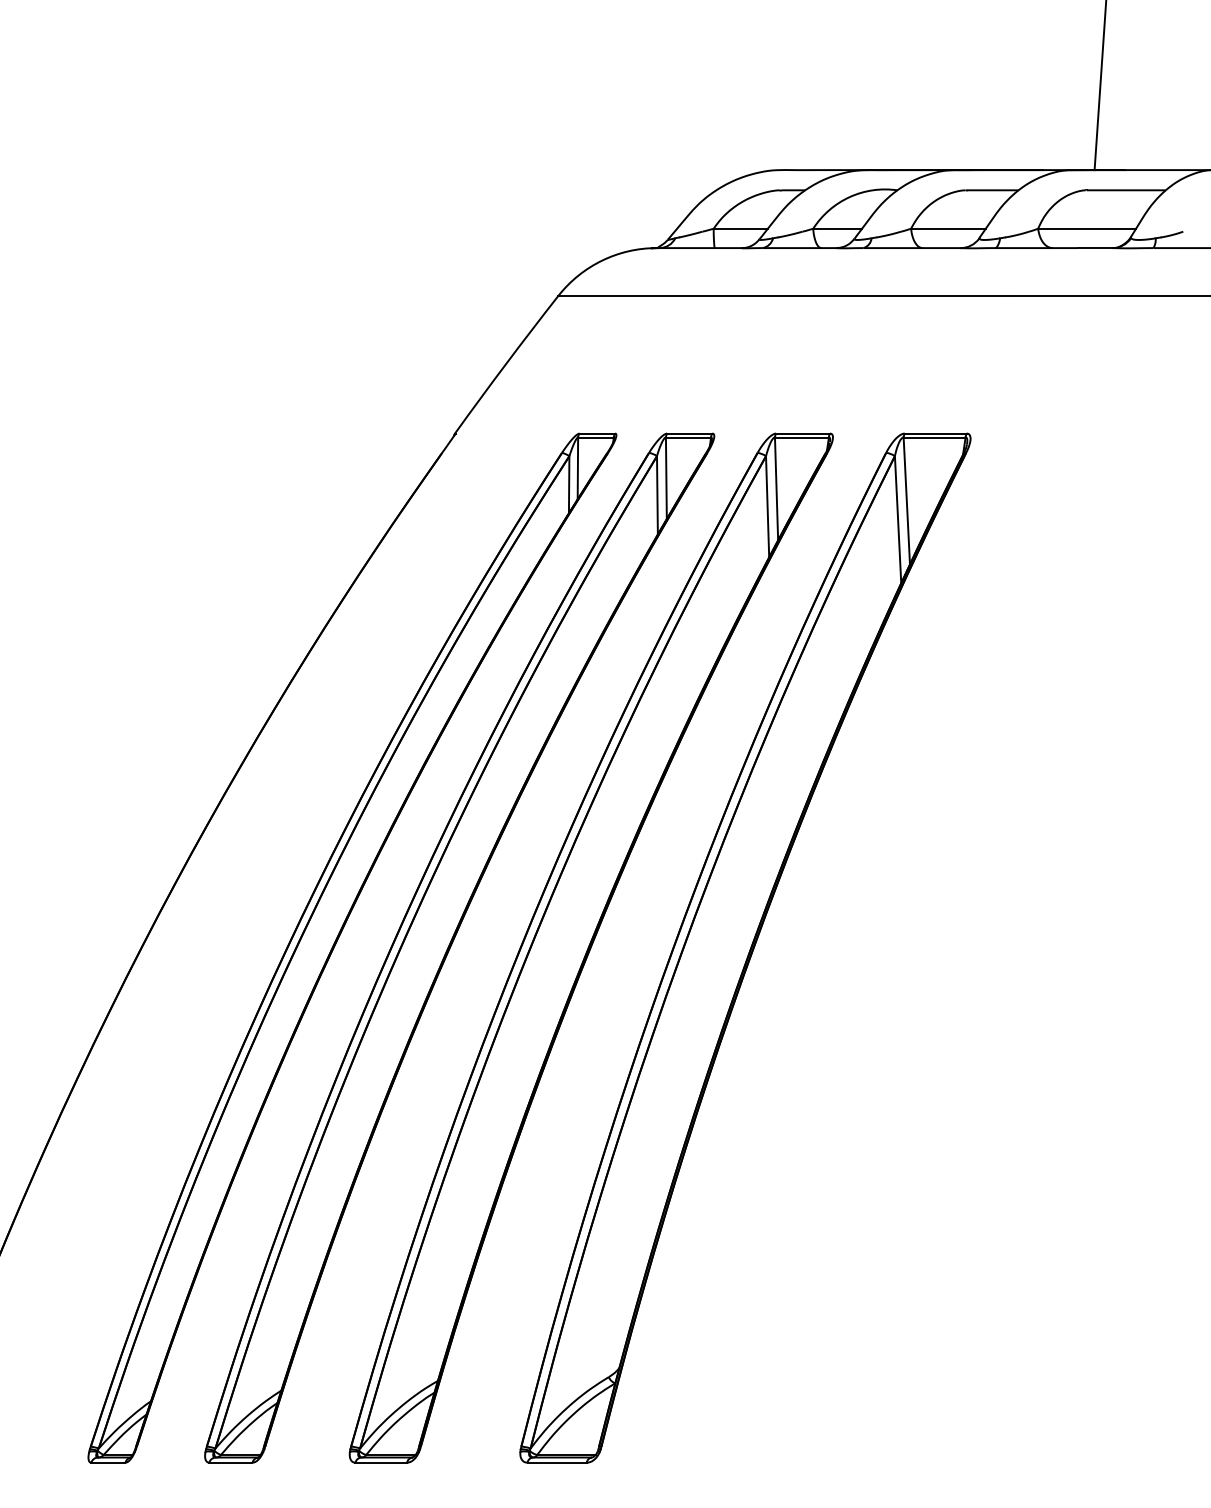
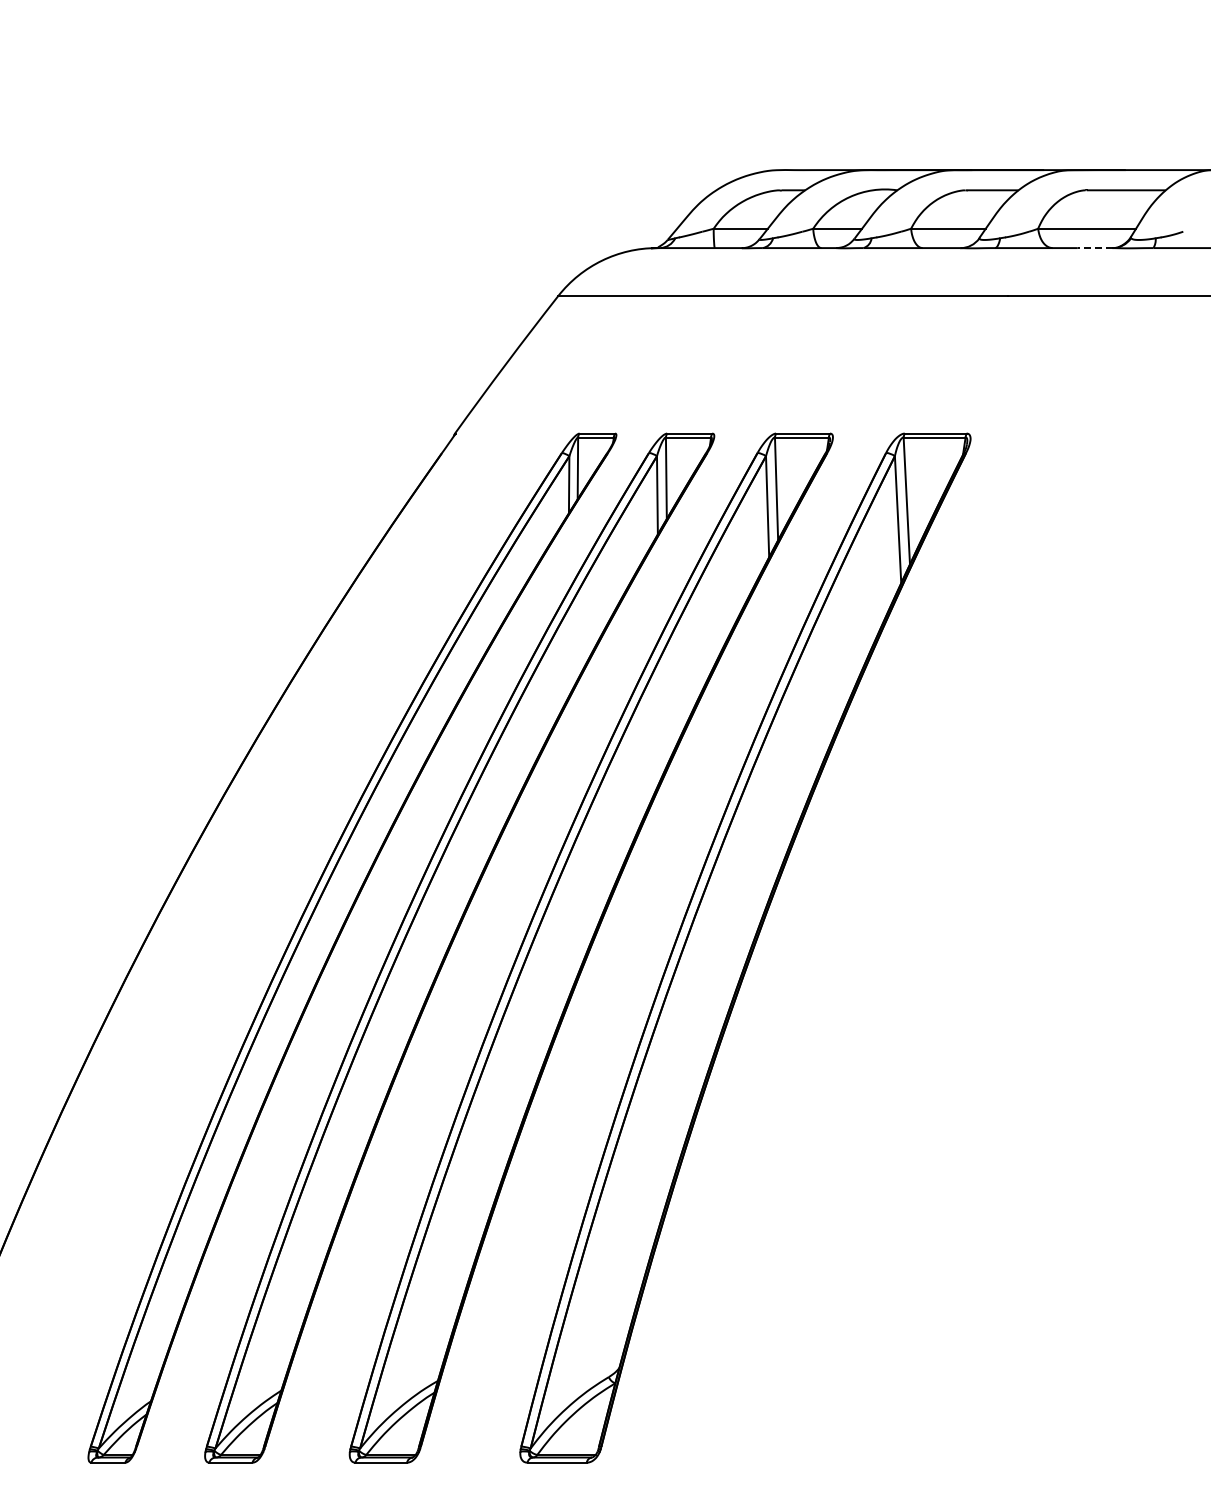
line at (1100, 86): present -> none
line at (1094, 248): solid -> dashed
